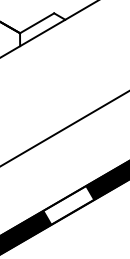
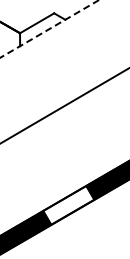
line at (49, 28): solid -> dashed
line at (64, 128) position: (64, 128) -> (64, 105)
